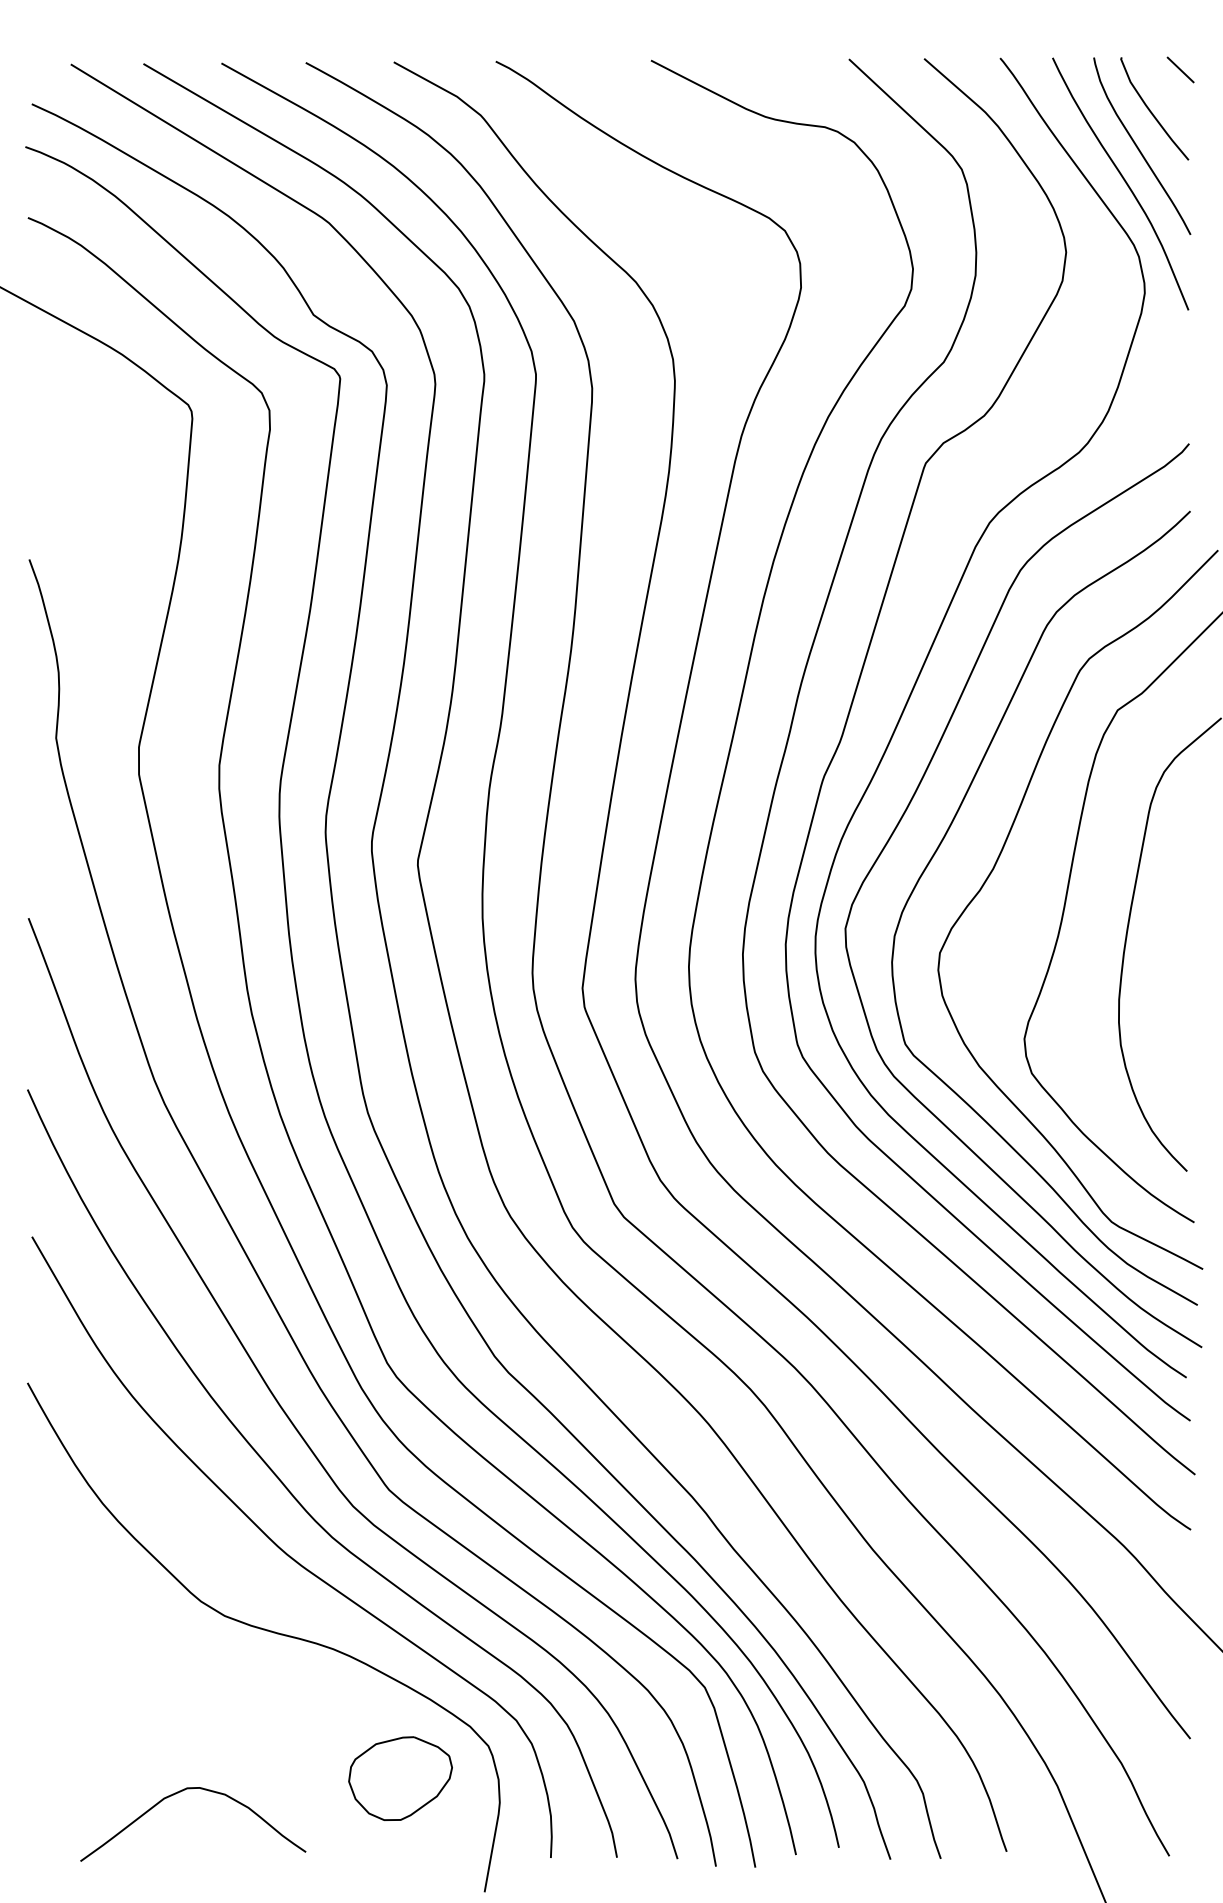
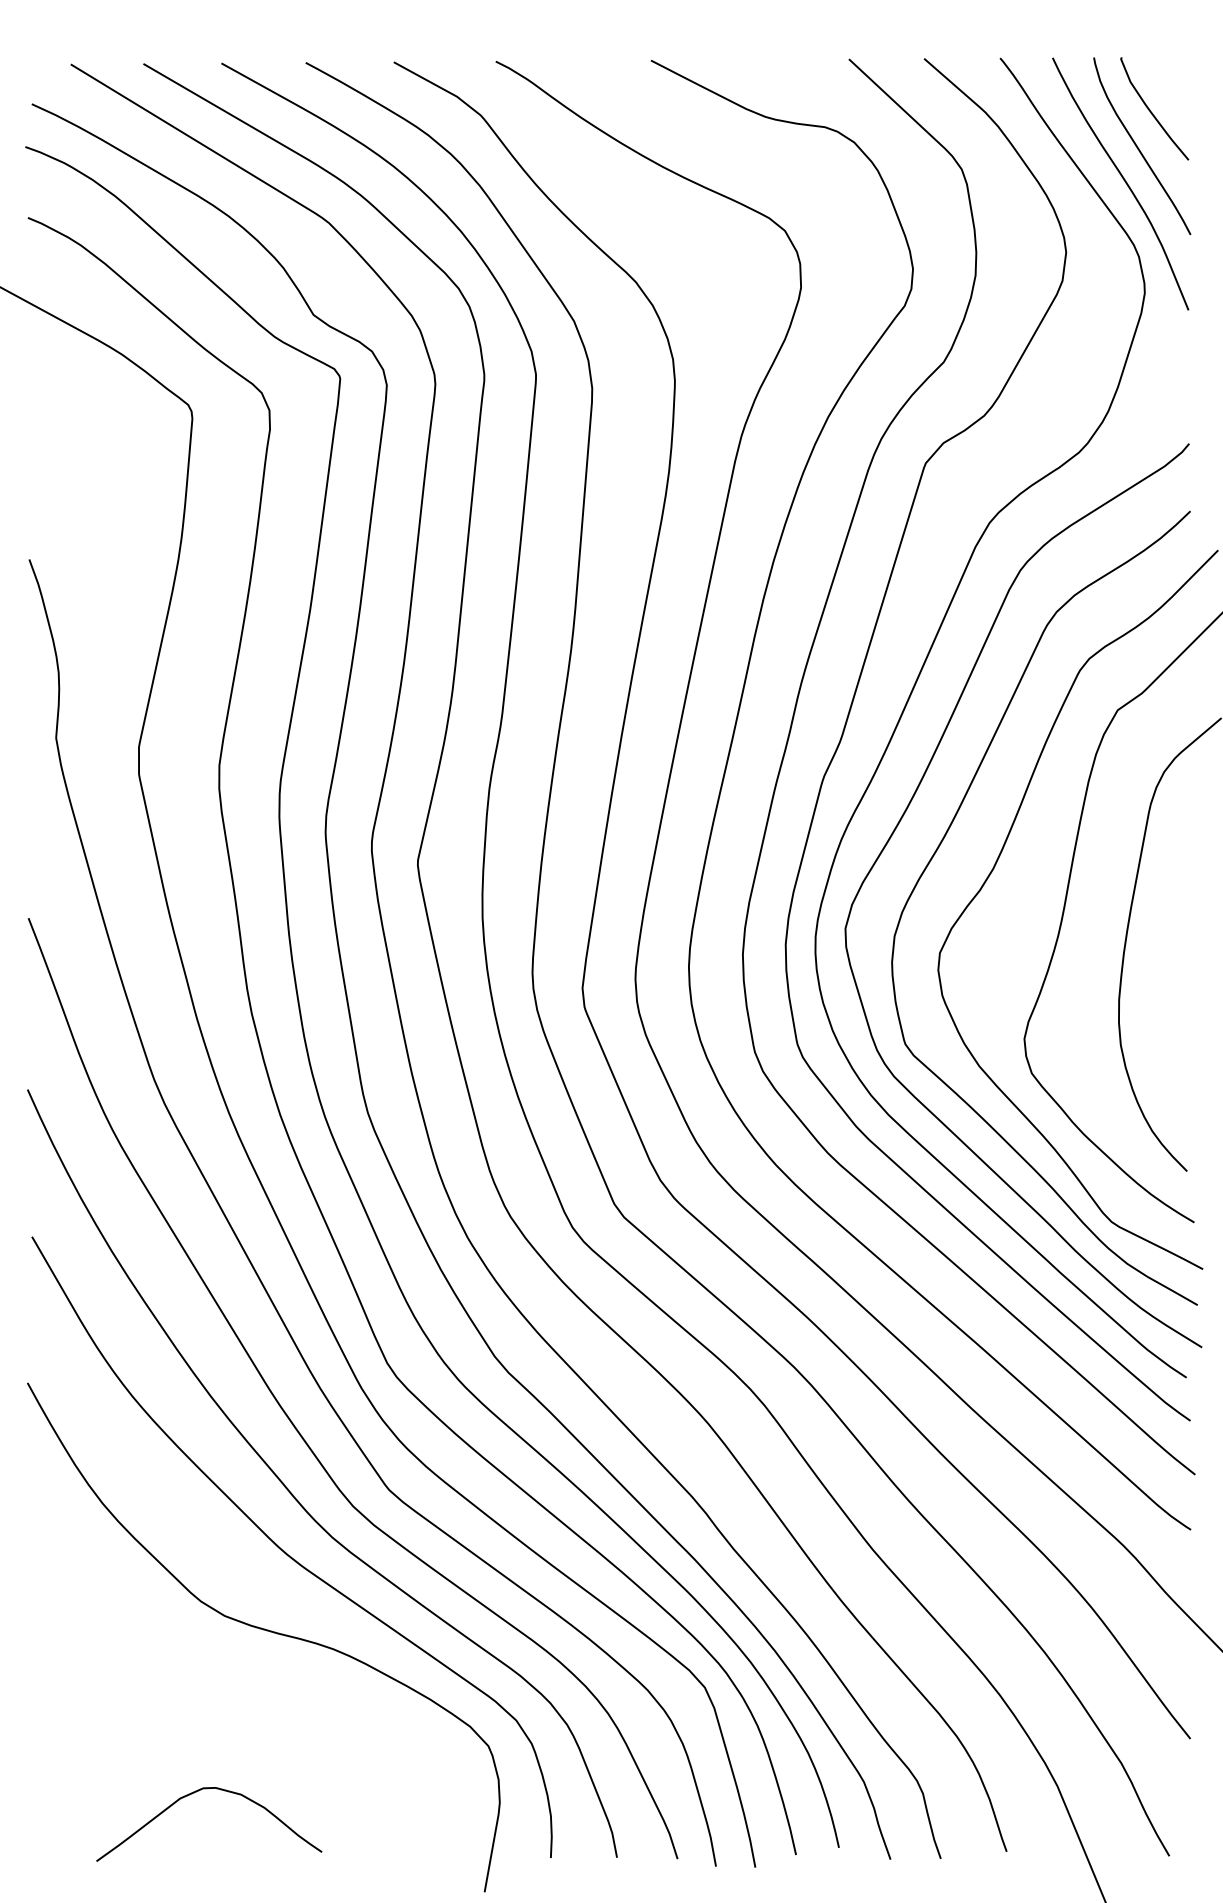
line at (1180, 69): present -> none
part at (400, 1778): present -> none
curve at (178, 1793) position: (178, 1793) -> (194, 1793)
